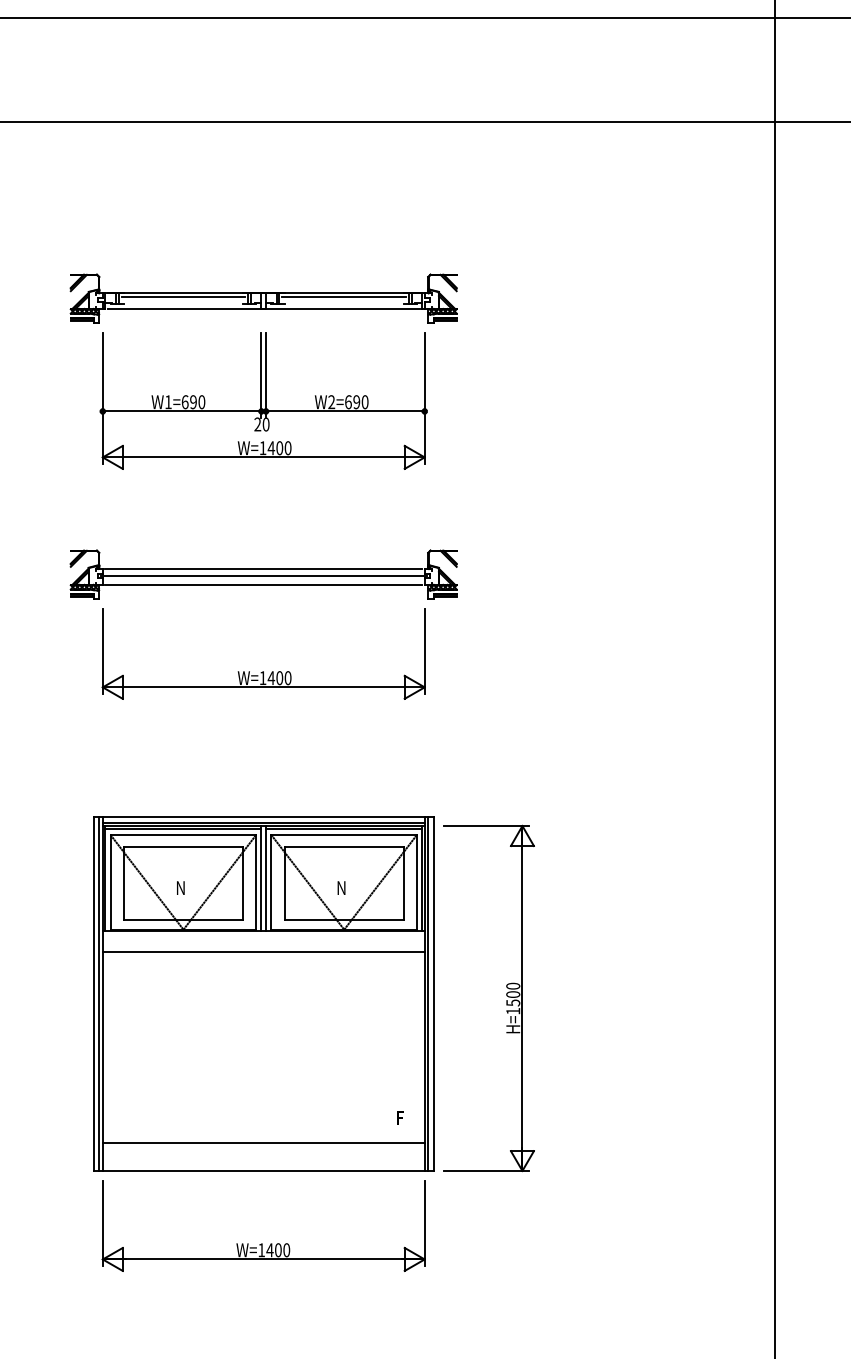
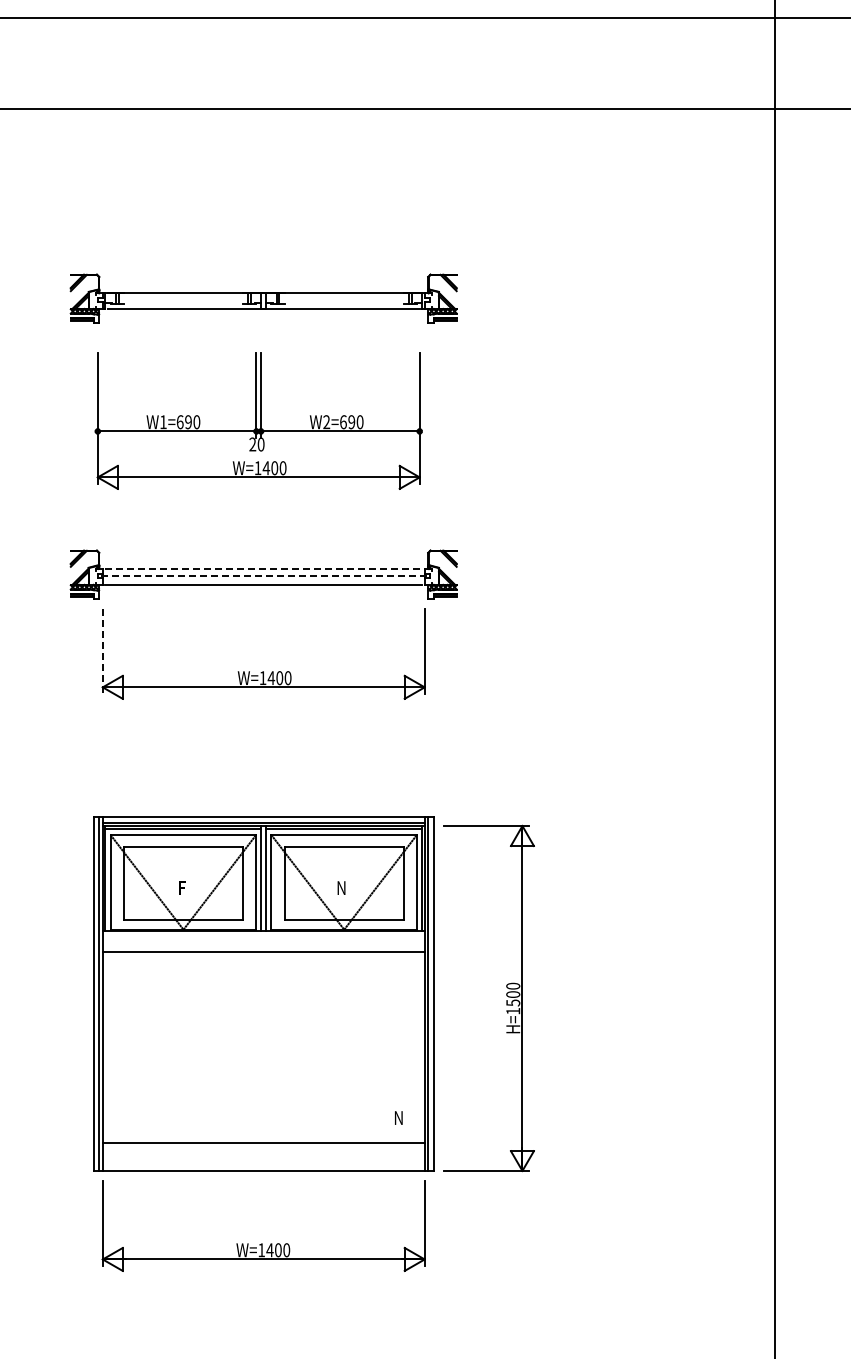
line at (424, 121) position: (424, 121) -> (424, 108)
line at (183, 297): present -> none
line at (343, 297): present -> none
part at (263, 400) position: (263, 400) -> (258, 420)
line at (263, 568): solid -> dashed
line at (263, 575): solid -> dashed
line at (102, 651): solid -> dashed
text at (181, 887): N -> F
text at (399, 1117): F -> N
